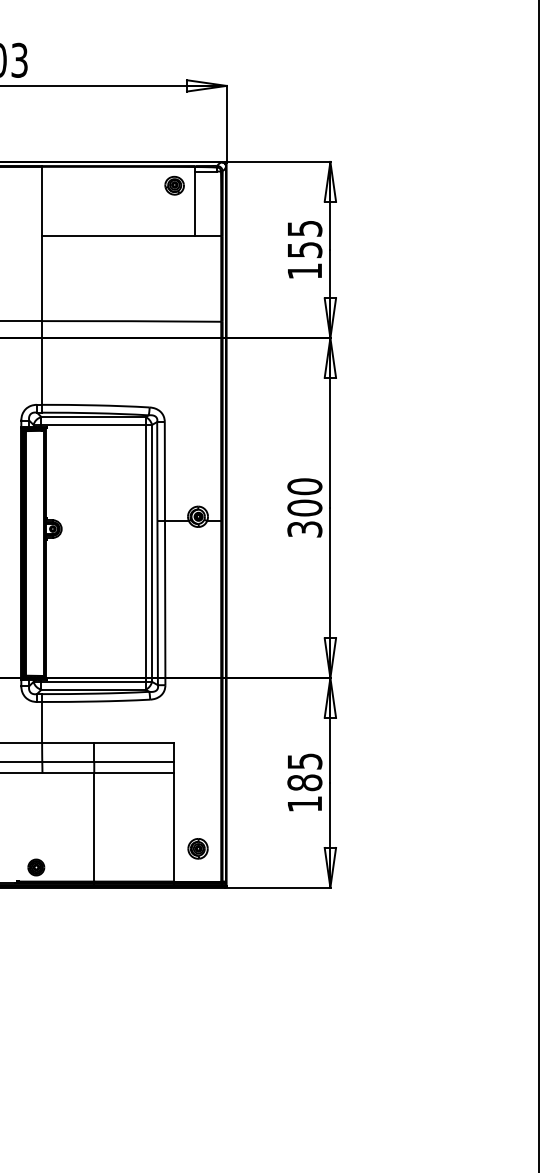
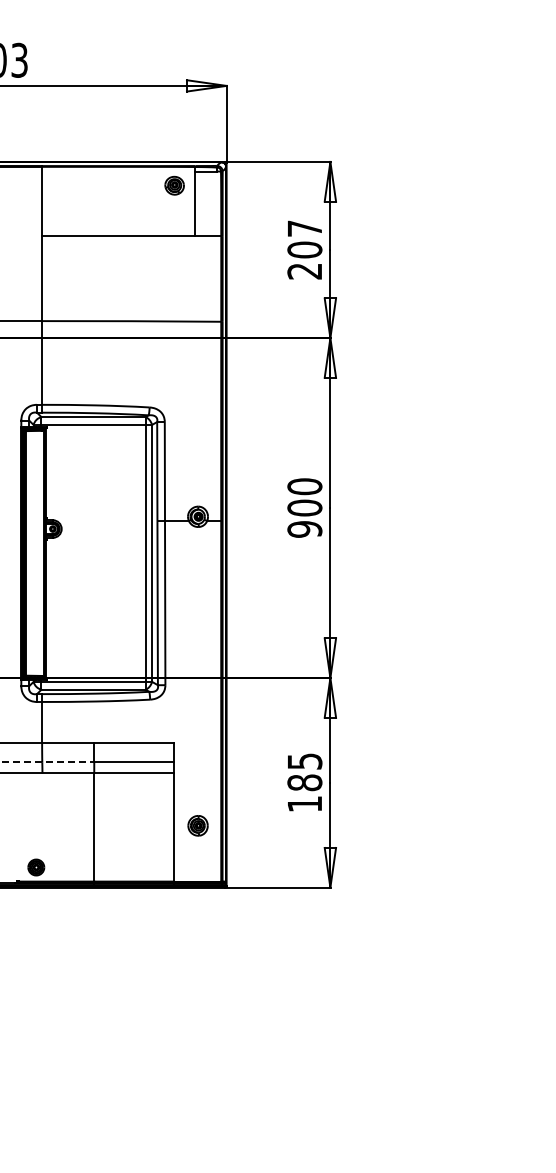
text at (304, 249): 155 -> 207
text at (304, 529): 300 -> 900
line at (539, 585): present -> none
line at (47, 762): solid -> dashed
part at (197, 848) position: (197, 848) -> (197, 825)
